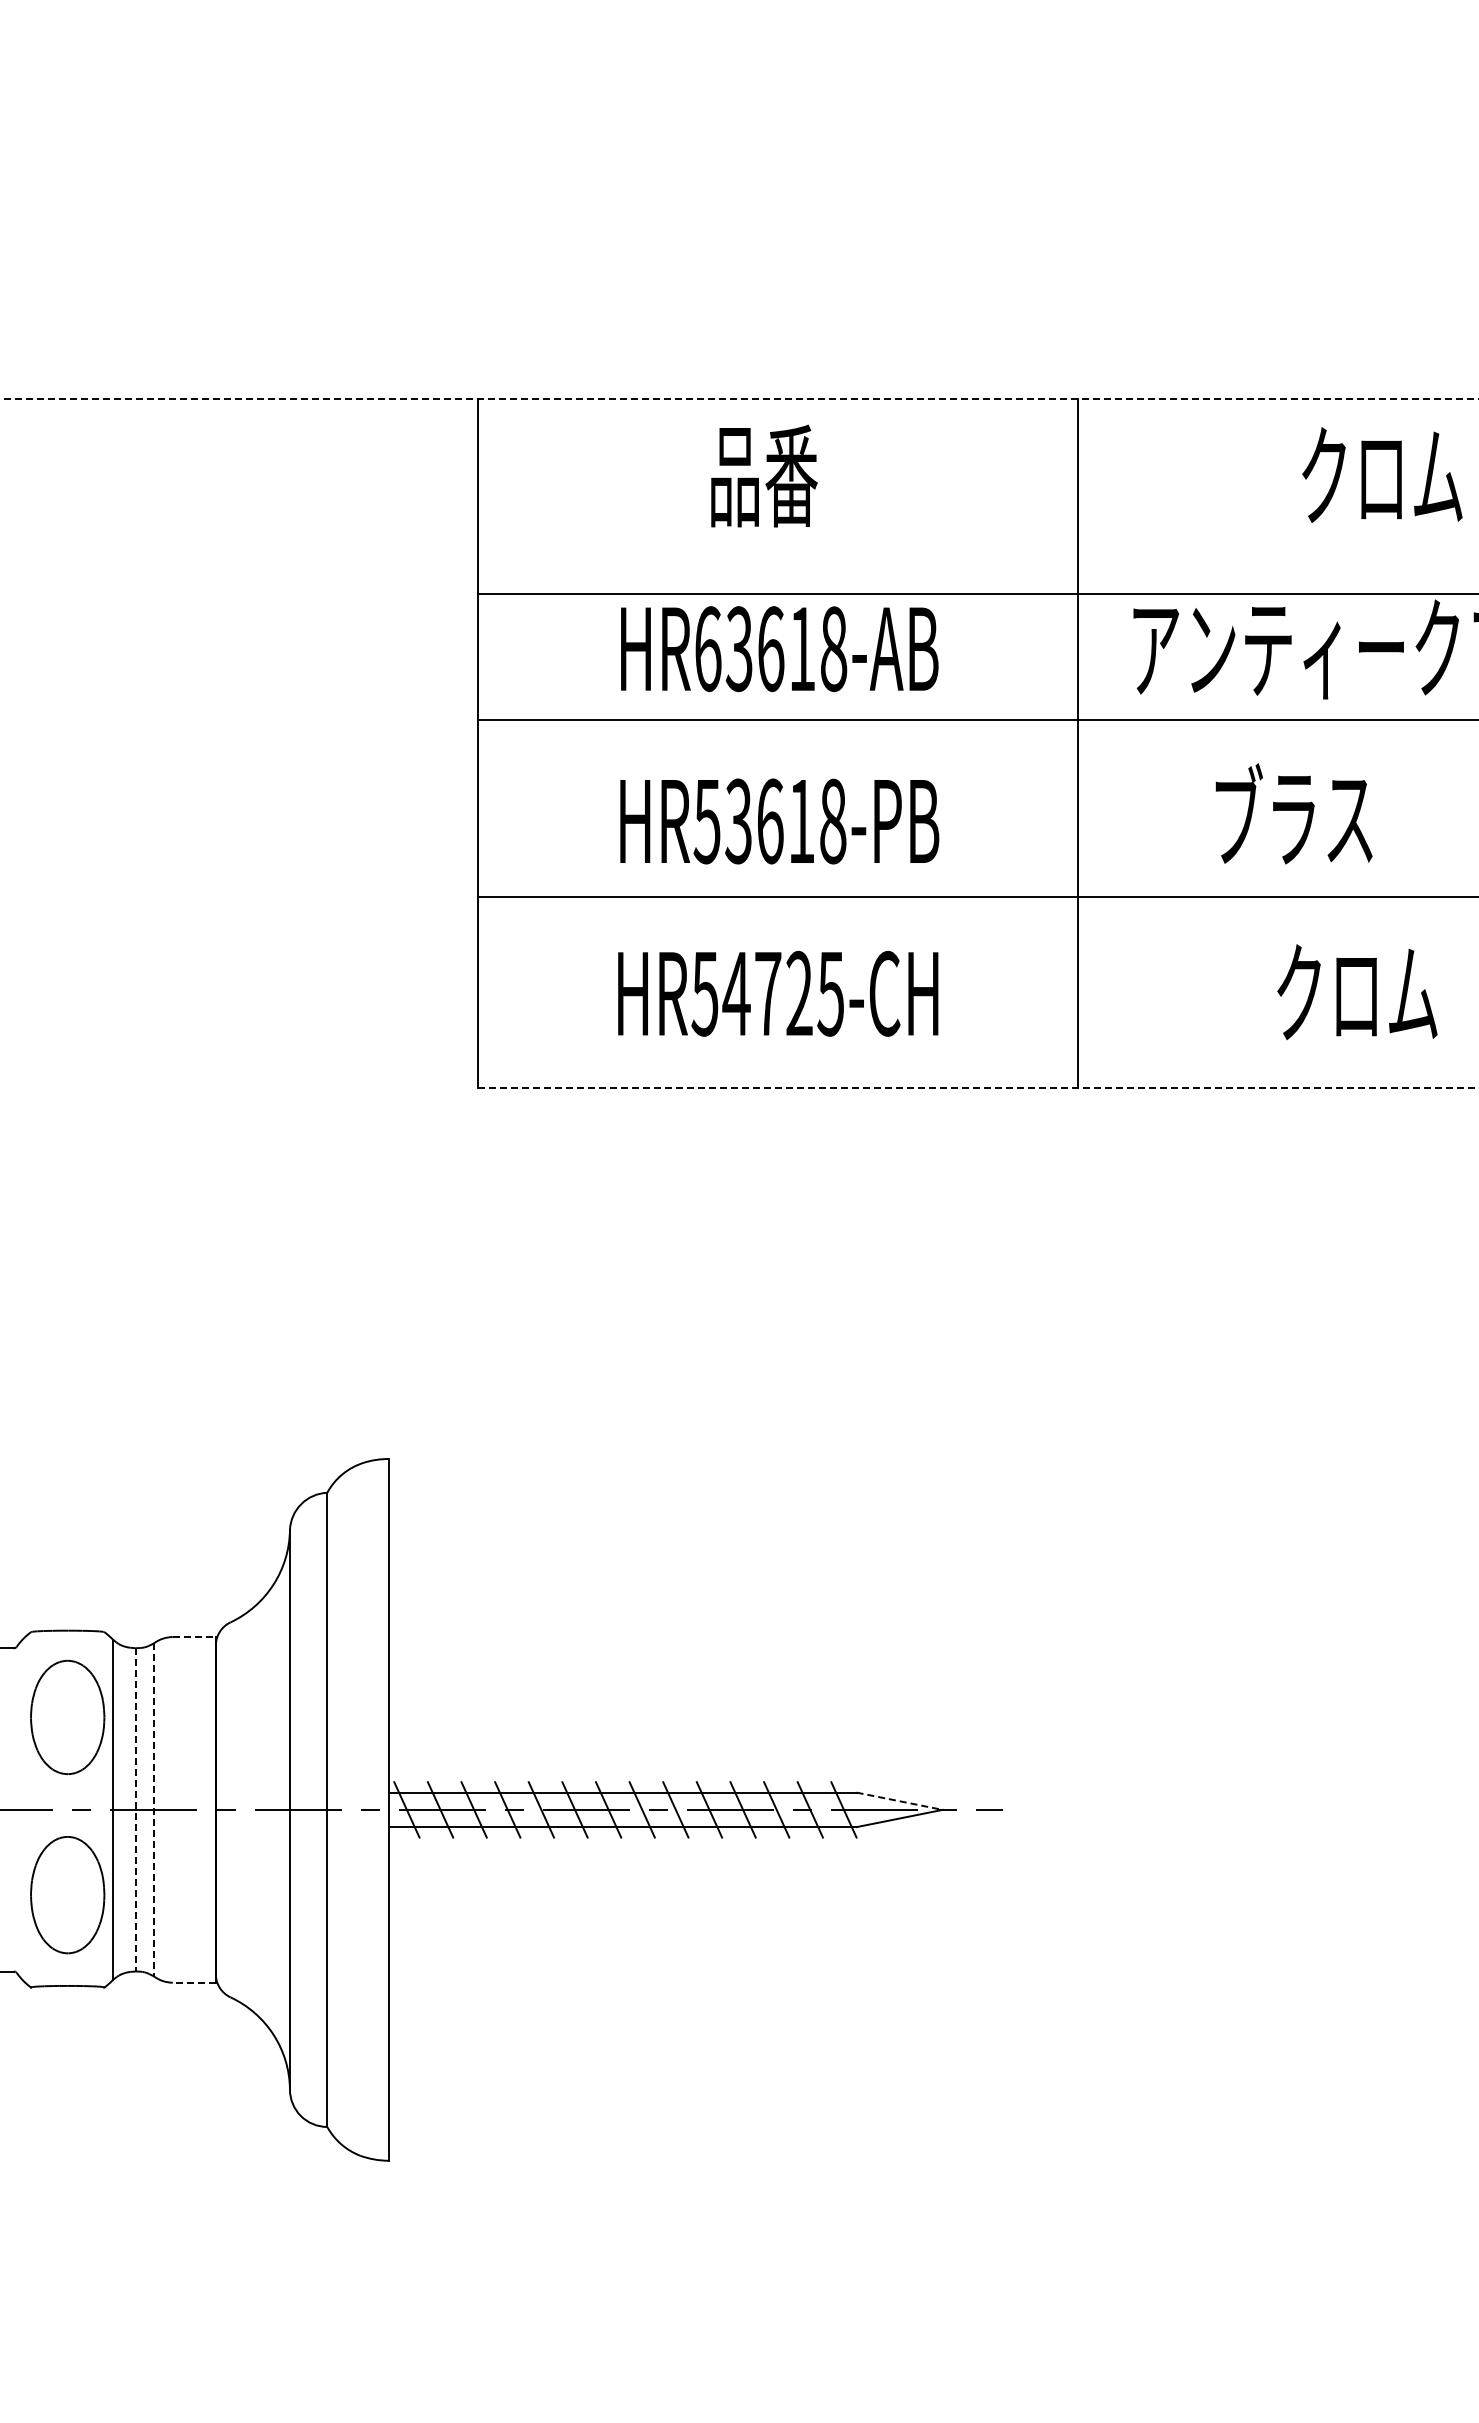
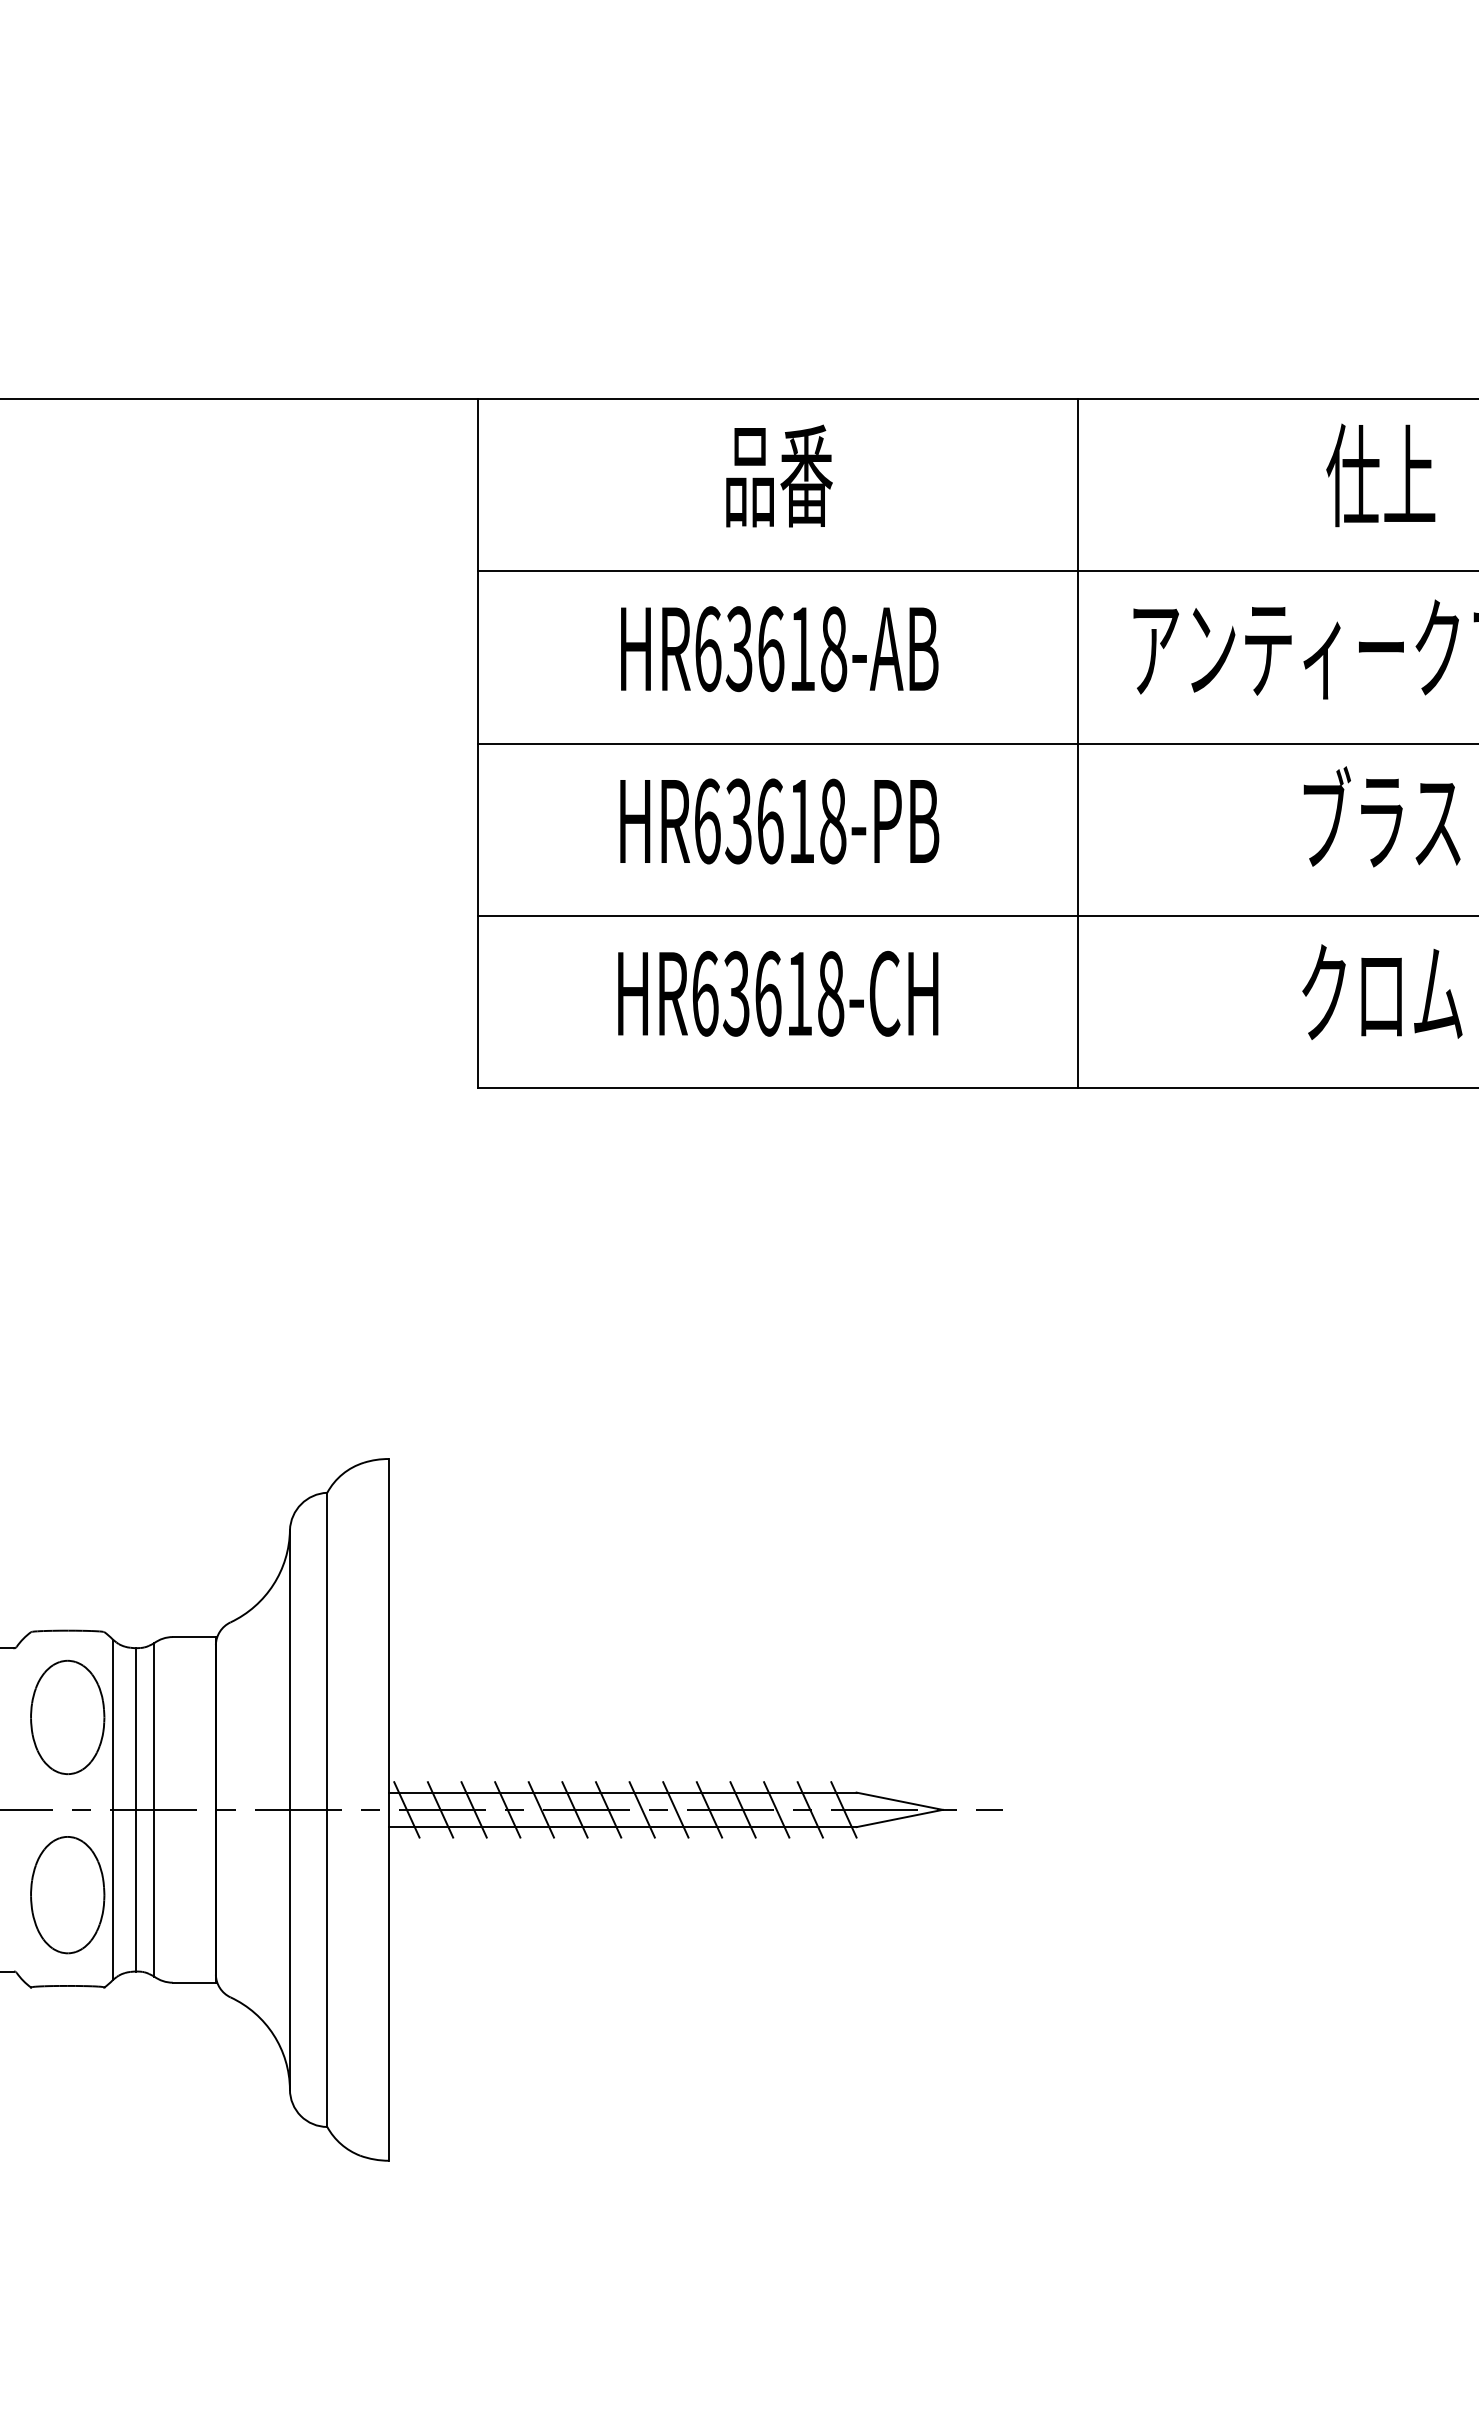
line at (739, 398): dashed -> solid
text at (764, 475) position: (764, 475) -> (779, 475)
text at (1382, 475): クロム -> 仕上
line at (976, 594) position: (976, 594) -> (976, 571)
line at (976, 719) position: (976, 719) -> (976, 743)
text at (1293, 813) position: (1293, 813) -> (1381, 816)
text at (706, 821): HR53618-PB -> HR63618-PB
line at (976, 897) position: (976, 897) -> (976, 916)
text at (1357, 991) position: (1357, 991) -> (1382, 991)
text at (767, 993): HR54725-CH -> HR63618-CH
line at (979, 1088): dashed -> solid
line at (194, 1637): dashed -> solid
line at (899, 1801): dashed -> solid
line at (135, 1809): dashed -> solid
line at (154, 1809): dashed -> solid
line at (194, 1982): dashed -> solid
